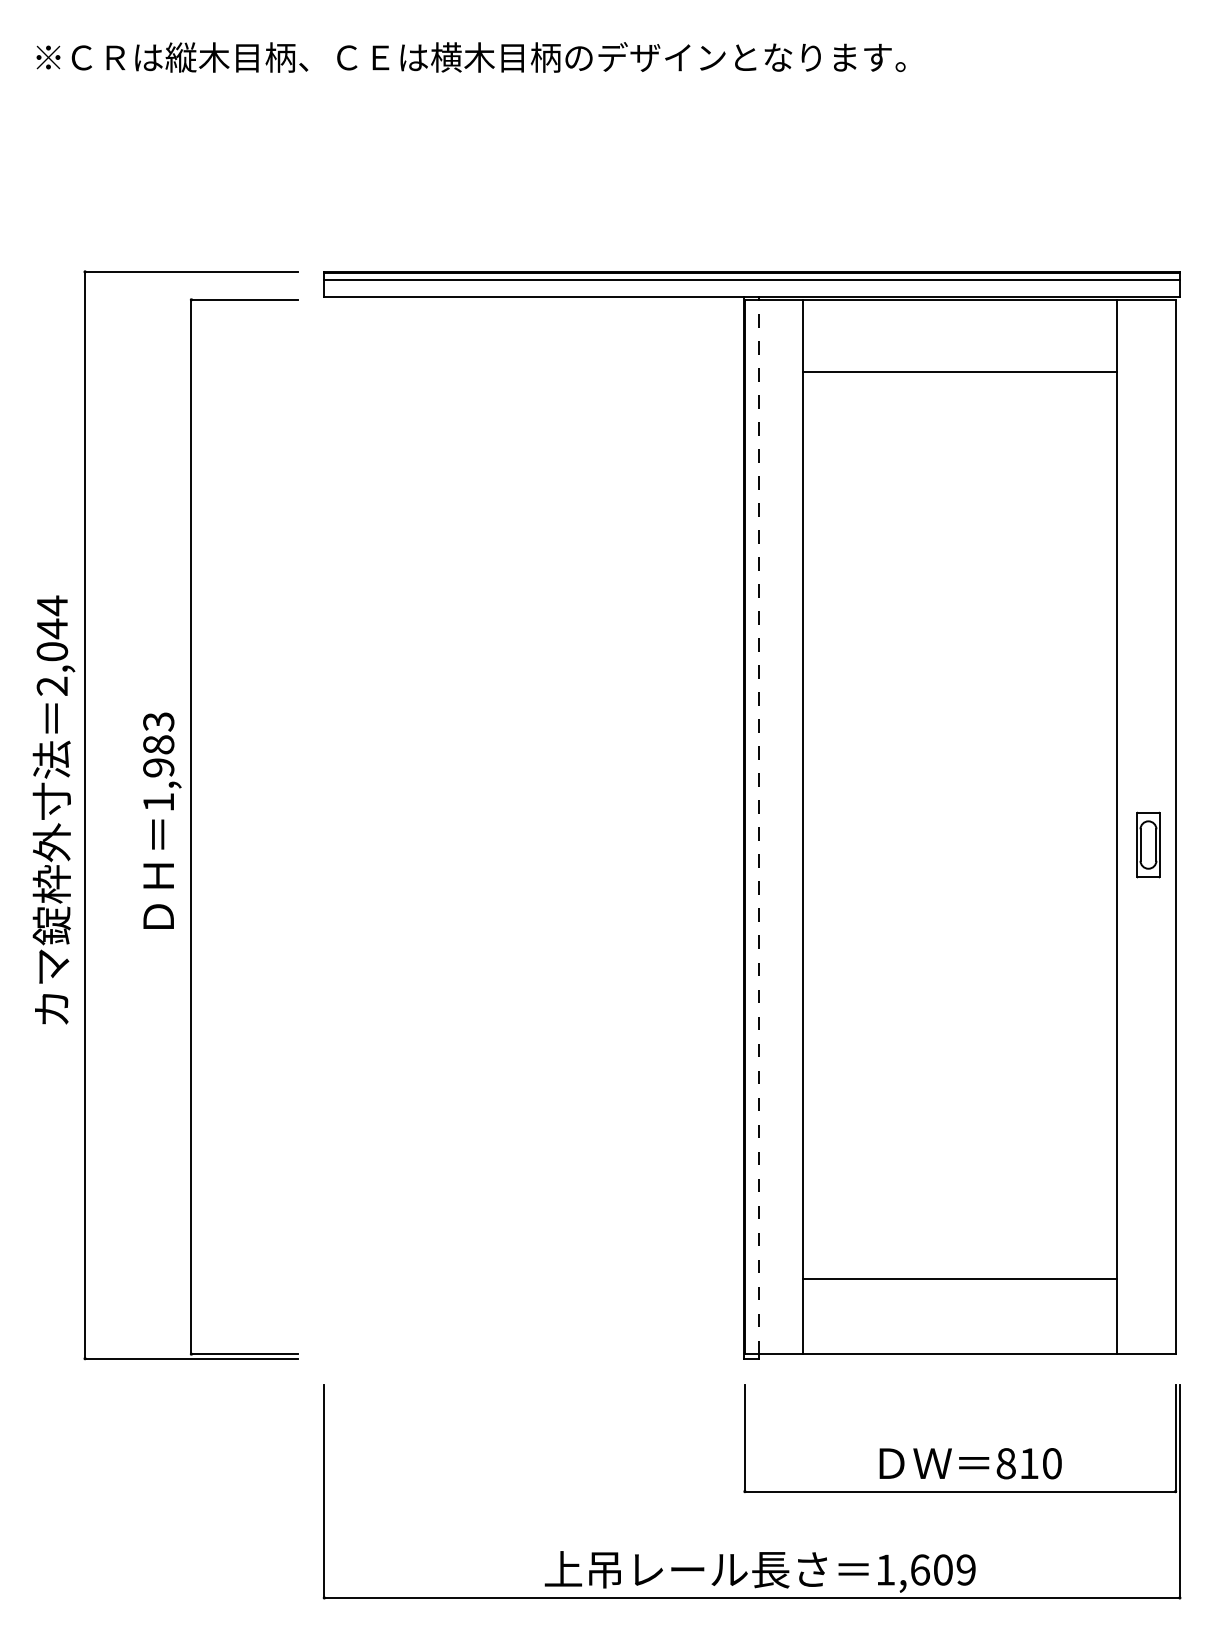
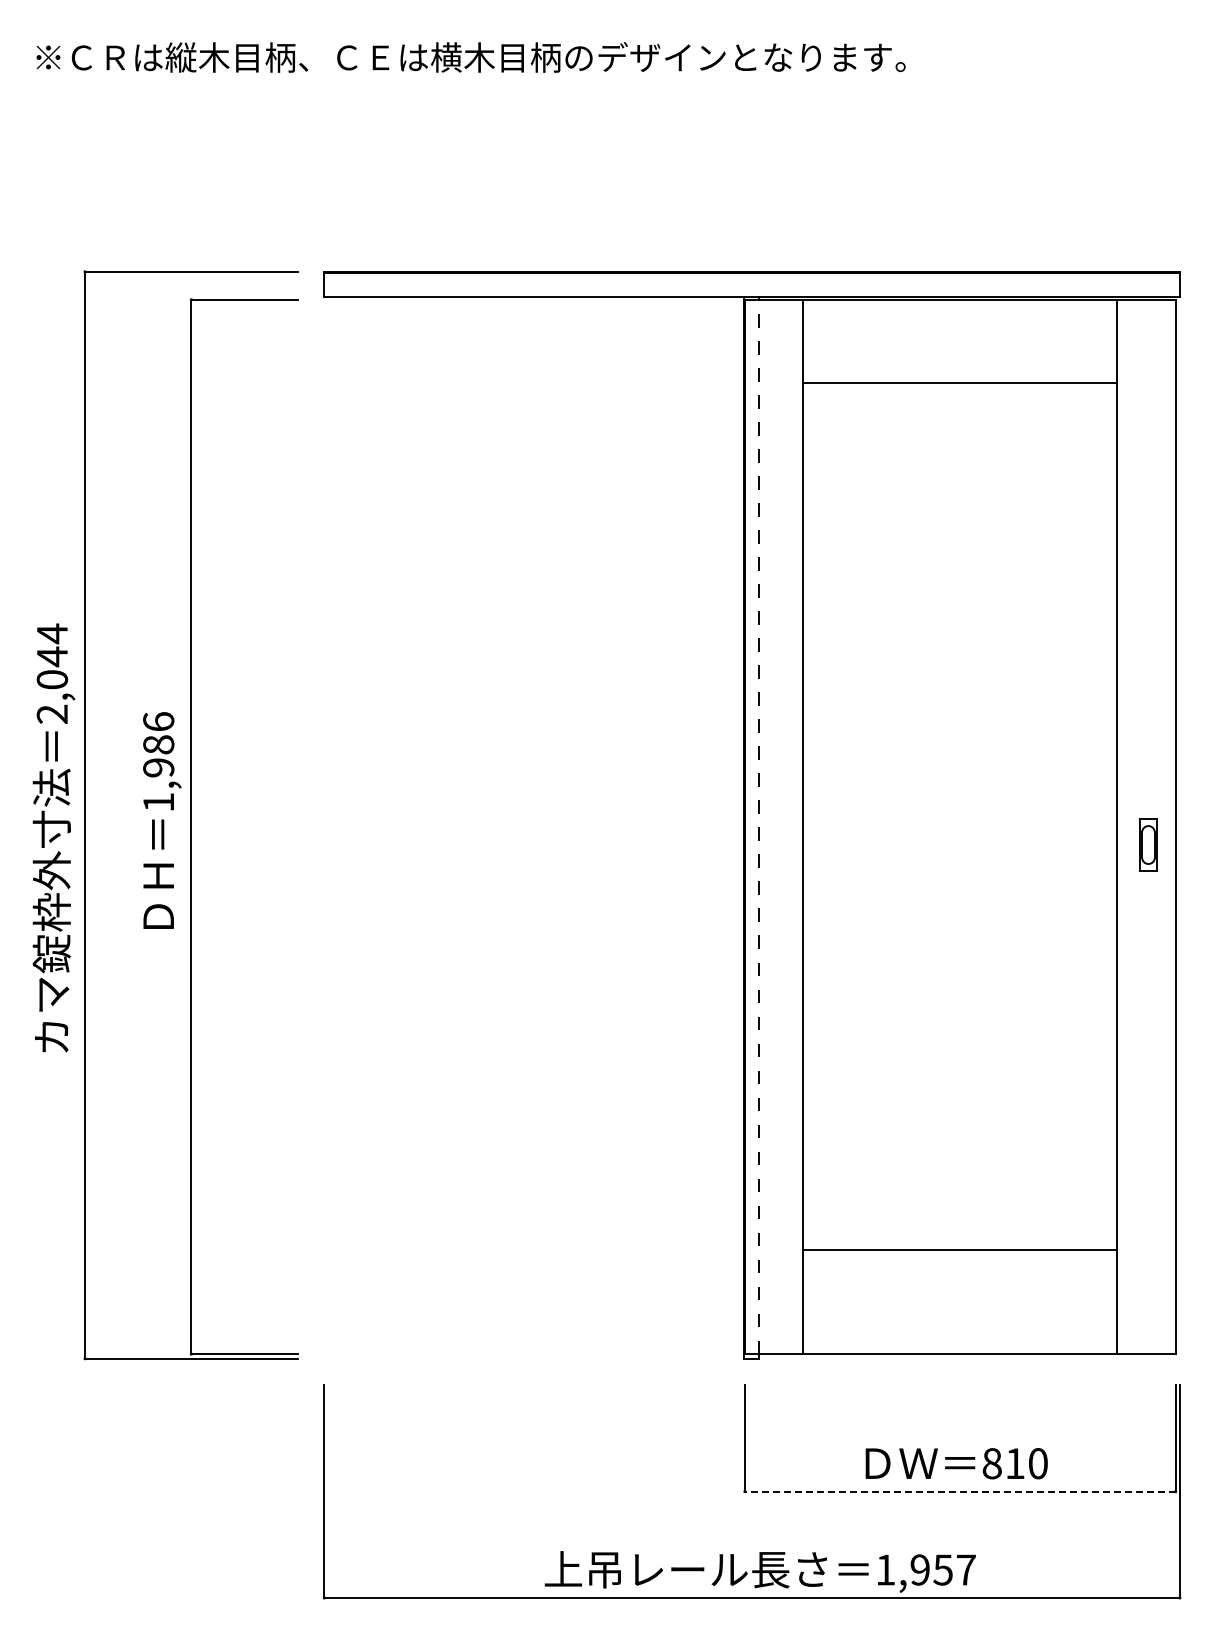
line at (751, 280): present -> none
line at (960, 371) position: (960, 371) -> (960, 382)
text at (158, 721): 1,983 -> 1,986
text at (53, 809) position: (53, 809) -> (53, 837)
part at (1148, 844) size: 25x68 px -> 21x54 px
line at (960, 1279) position: (960, 1279) -> (960, 1250)
text at (970, 1463) position: (970, 1463) -> (956, 1463)
line at (959, 1491): solid -> dashed
text at (942, 1569): 1,609 -> 1,957
